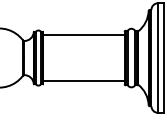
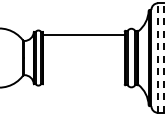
line at (158, 58): solid -> dashed
line at (164, 58): solid -> dashed
line at (83, 81): present -> none
